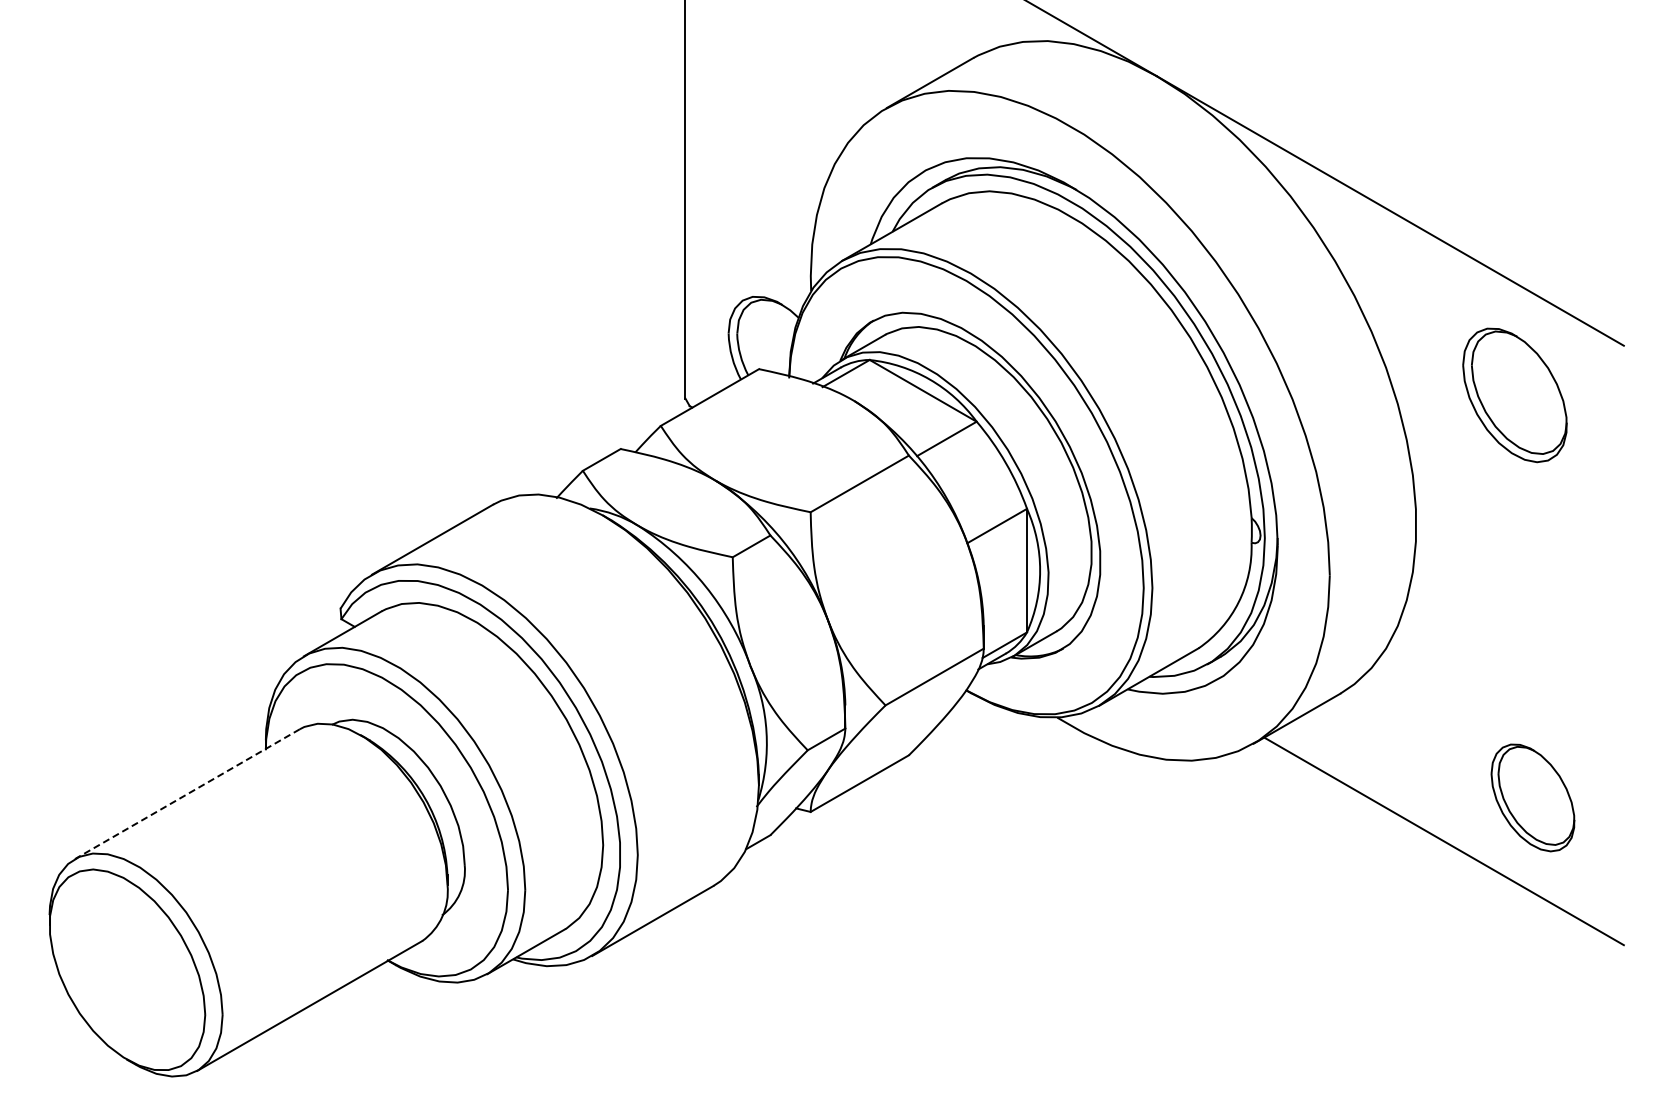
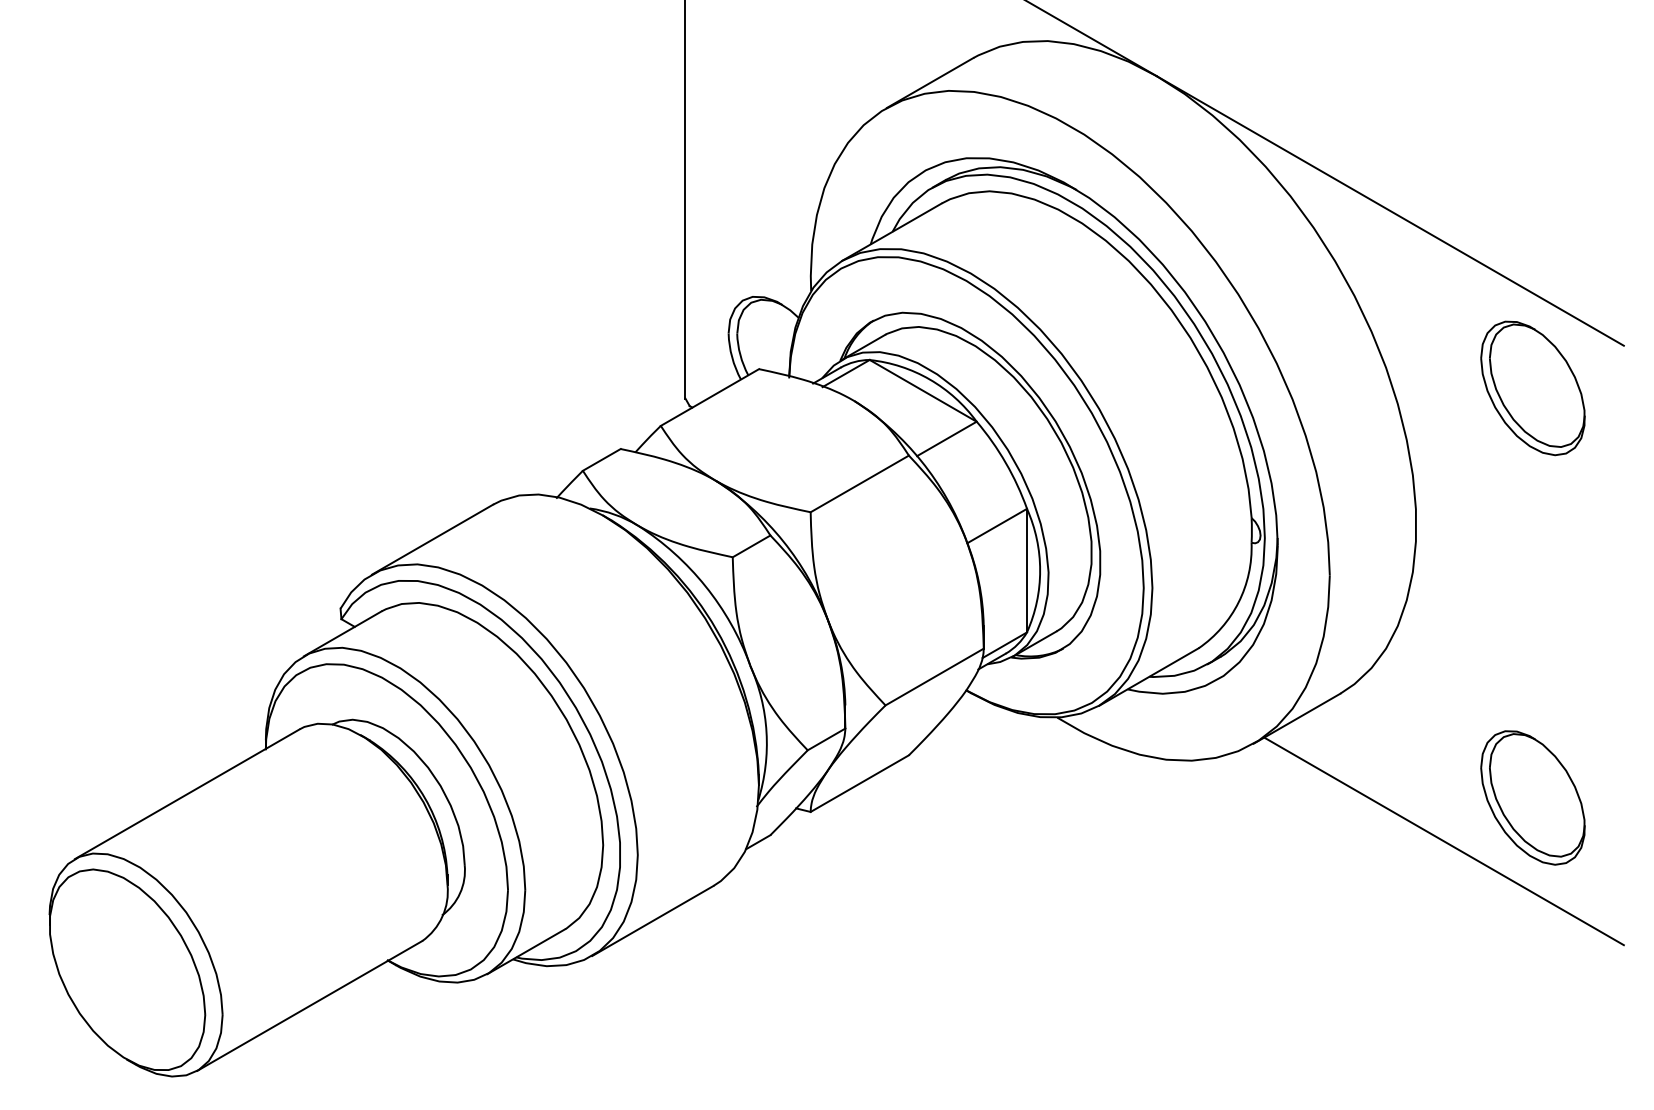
part at (1514, 395) position: (1514, 395) -> (1532, 388)
line at (187, 794): dashed -> solid
part at (1532, 797) size: 86x110 px -> 106x136 px
